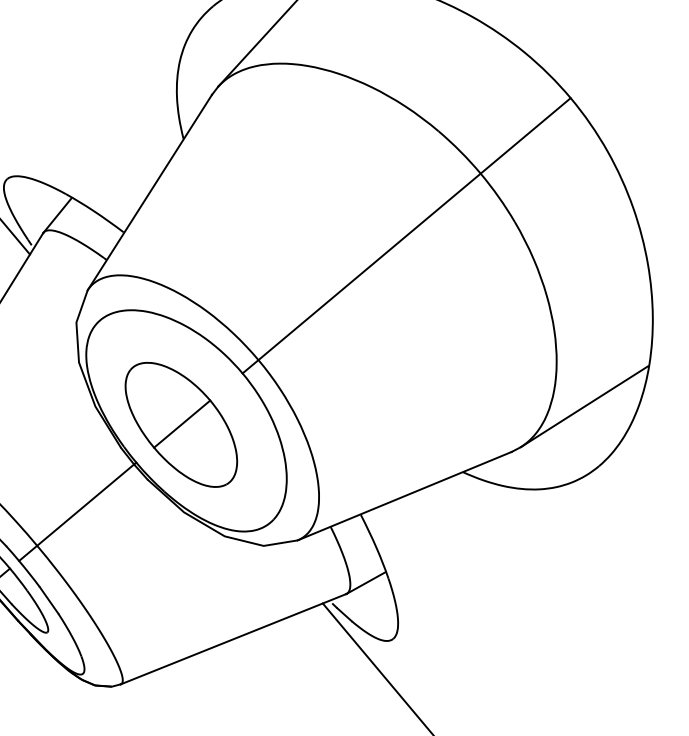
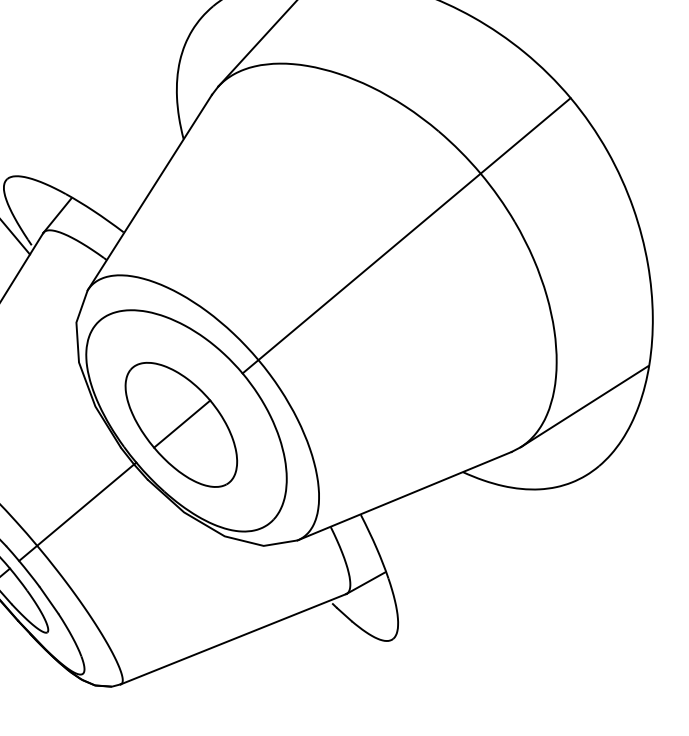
line at (376, 667): present -> none
